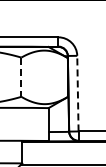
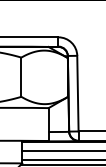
line at (21, 77): dashed -> solid
line at (77, 93): dashed -> solid
line at (62, 151): none -> present
line at (62, 160): none -> present
